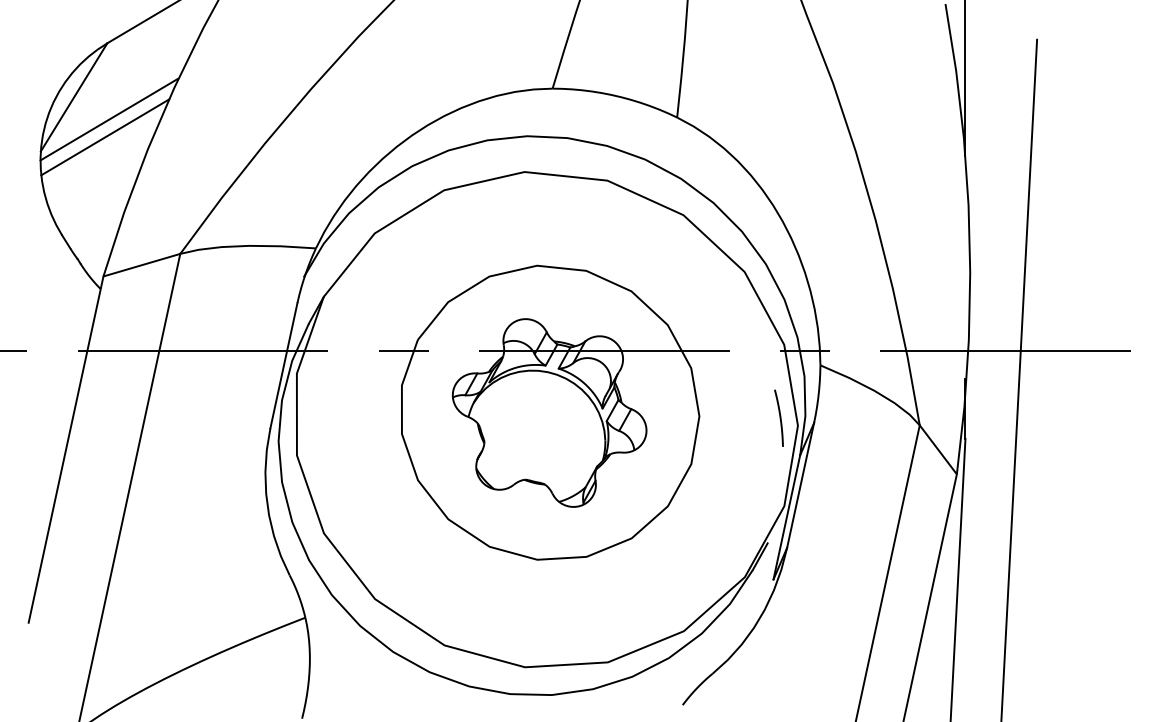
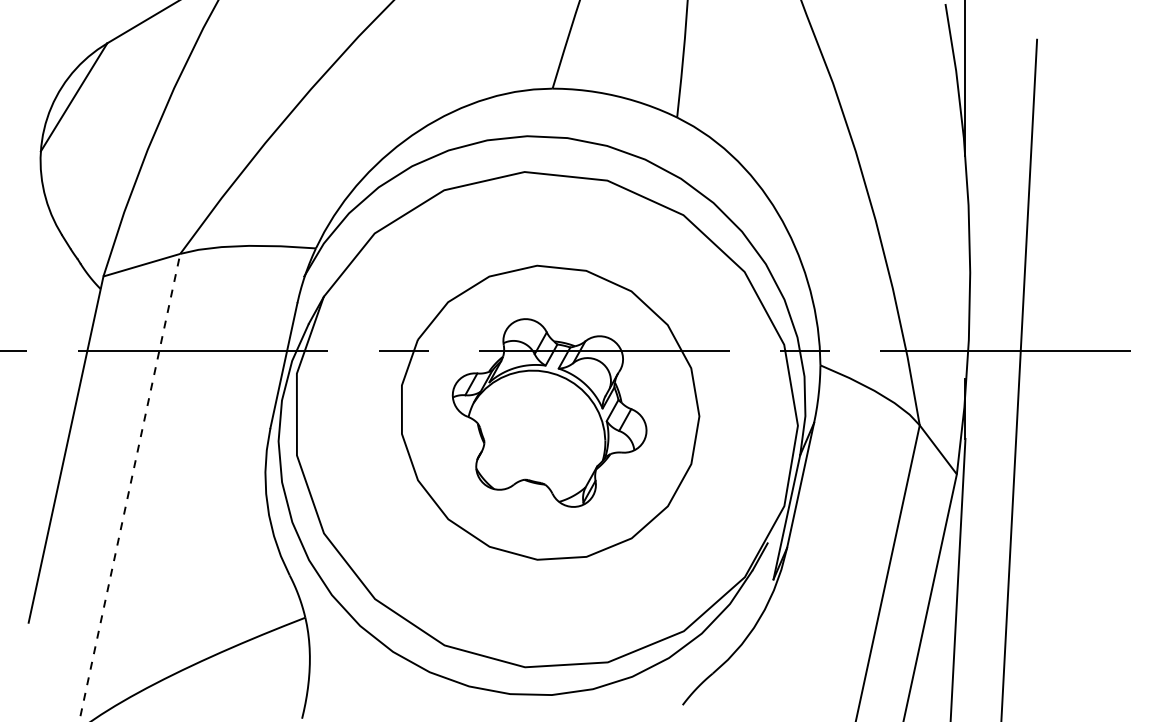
line at (108, 119): present -> none
line at (105, 137): present -> none
curve at (779, 417): present -> none
line at (129, 487): solid -> dashed
